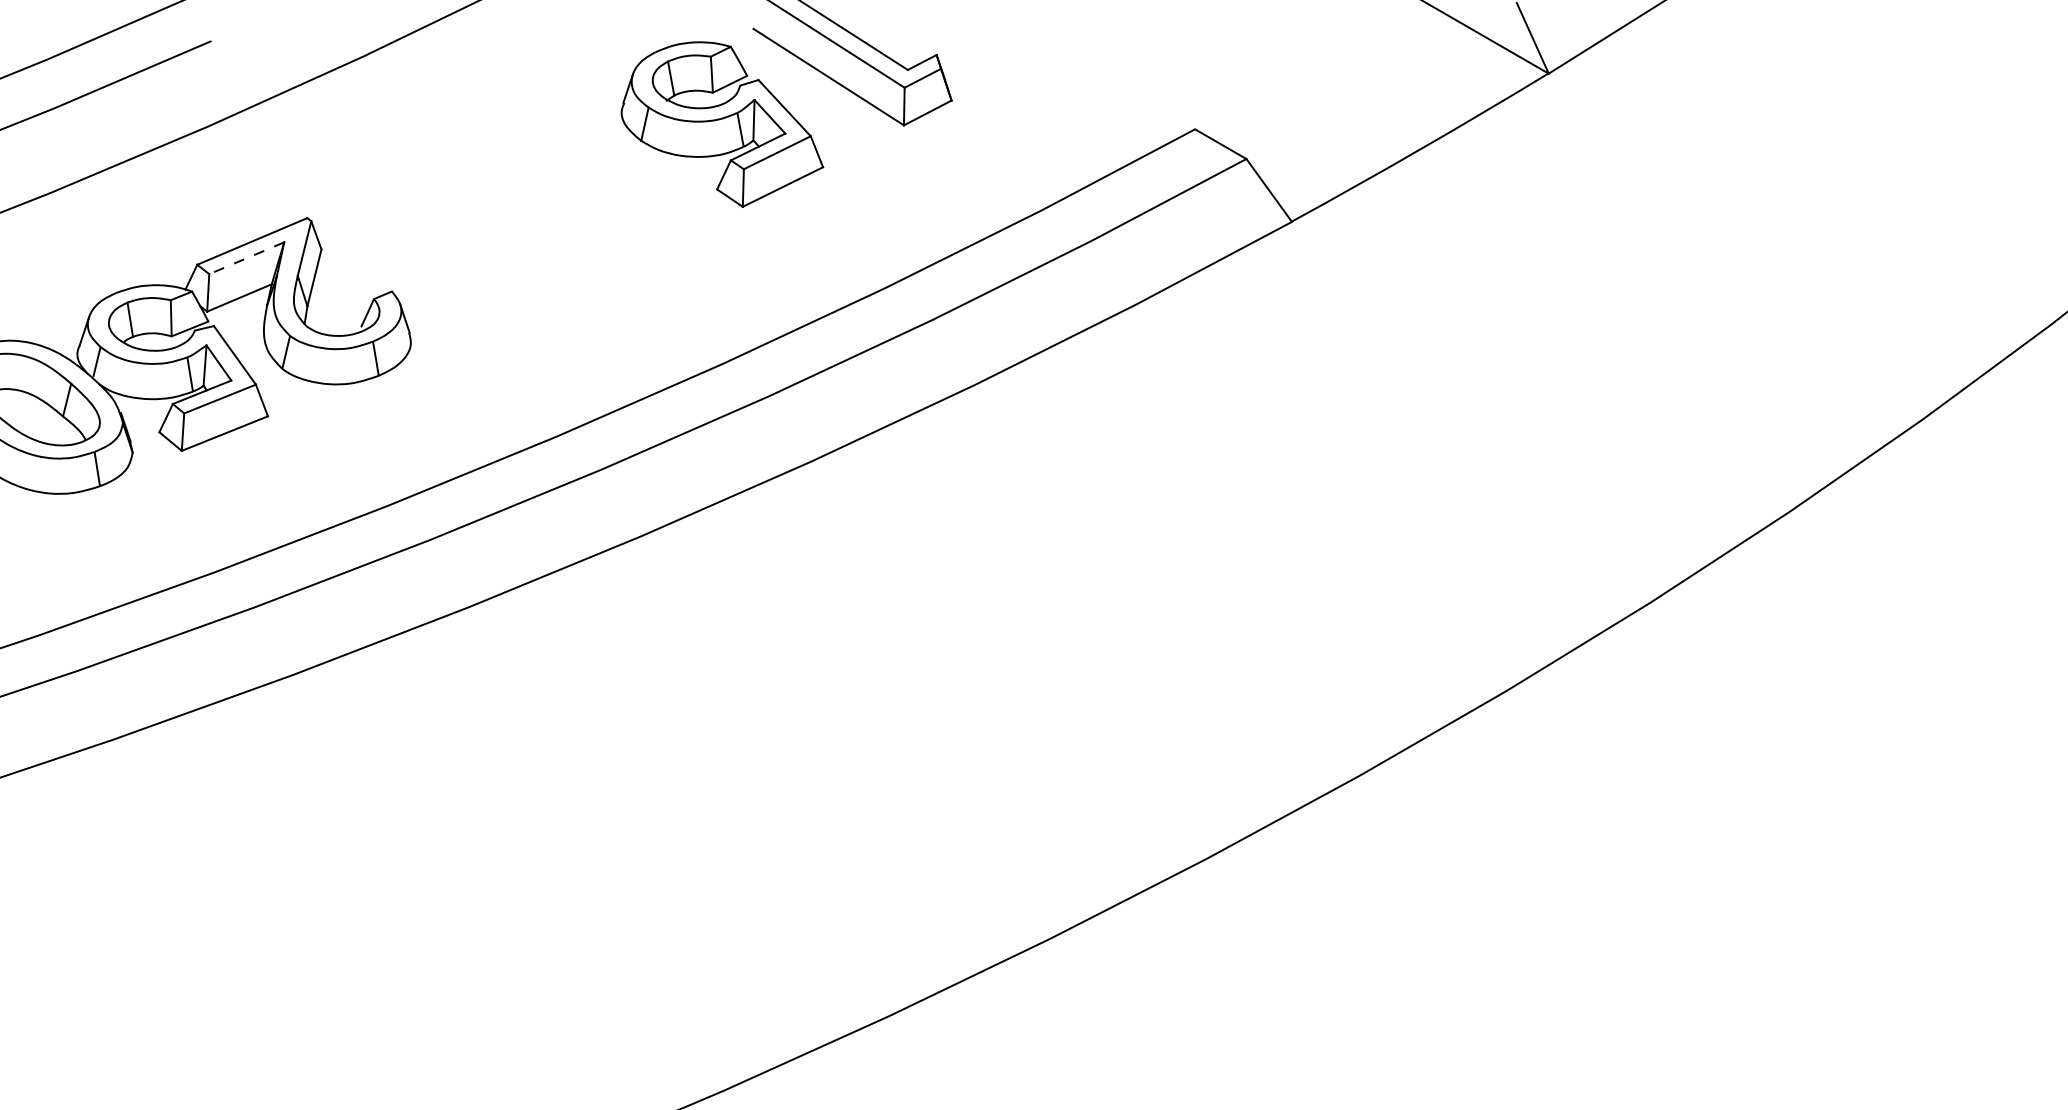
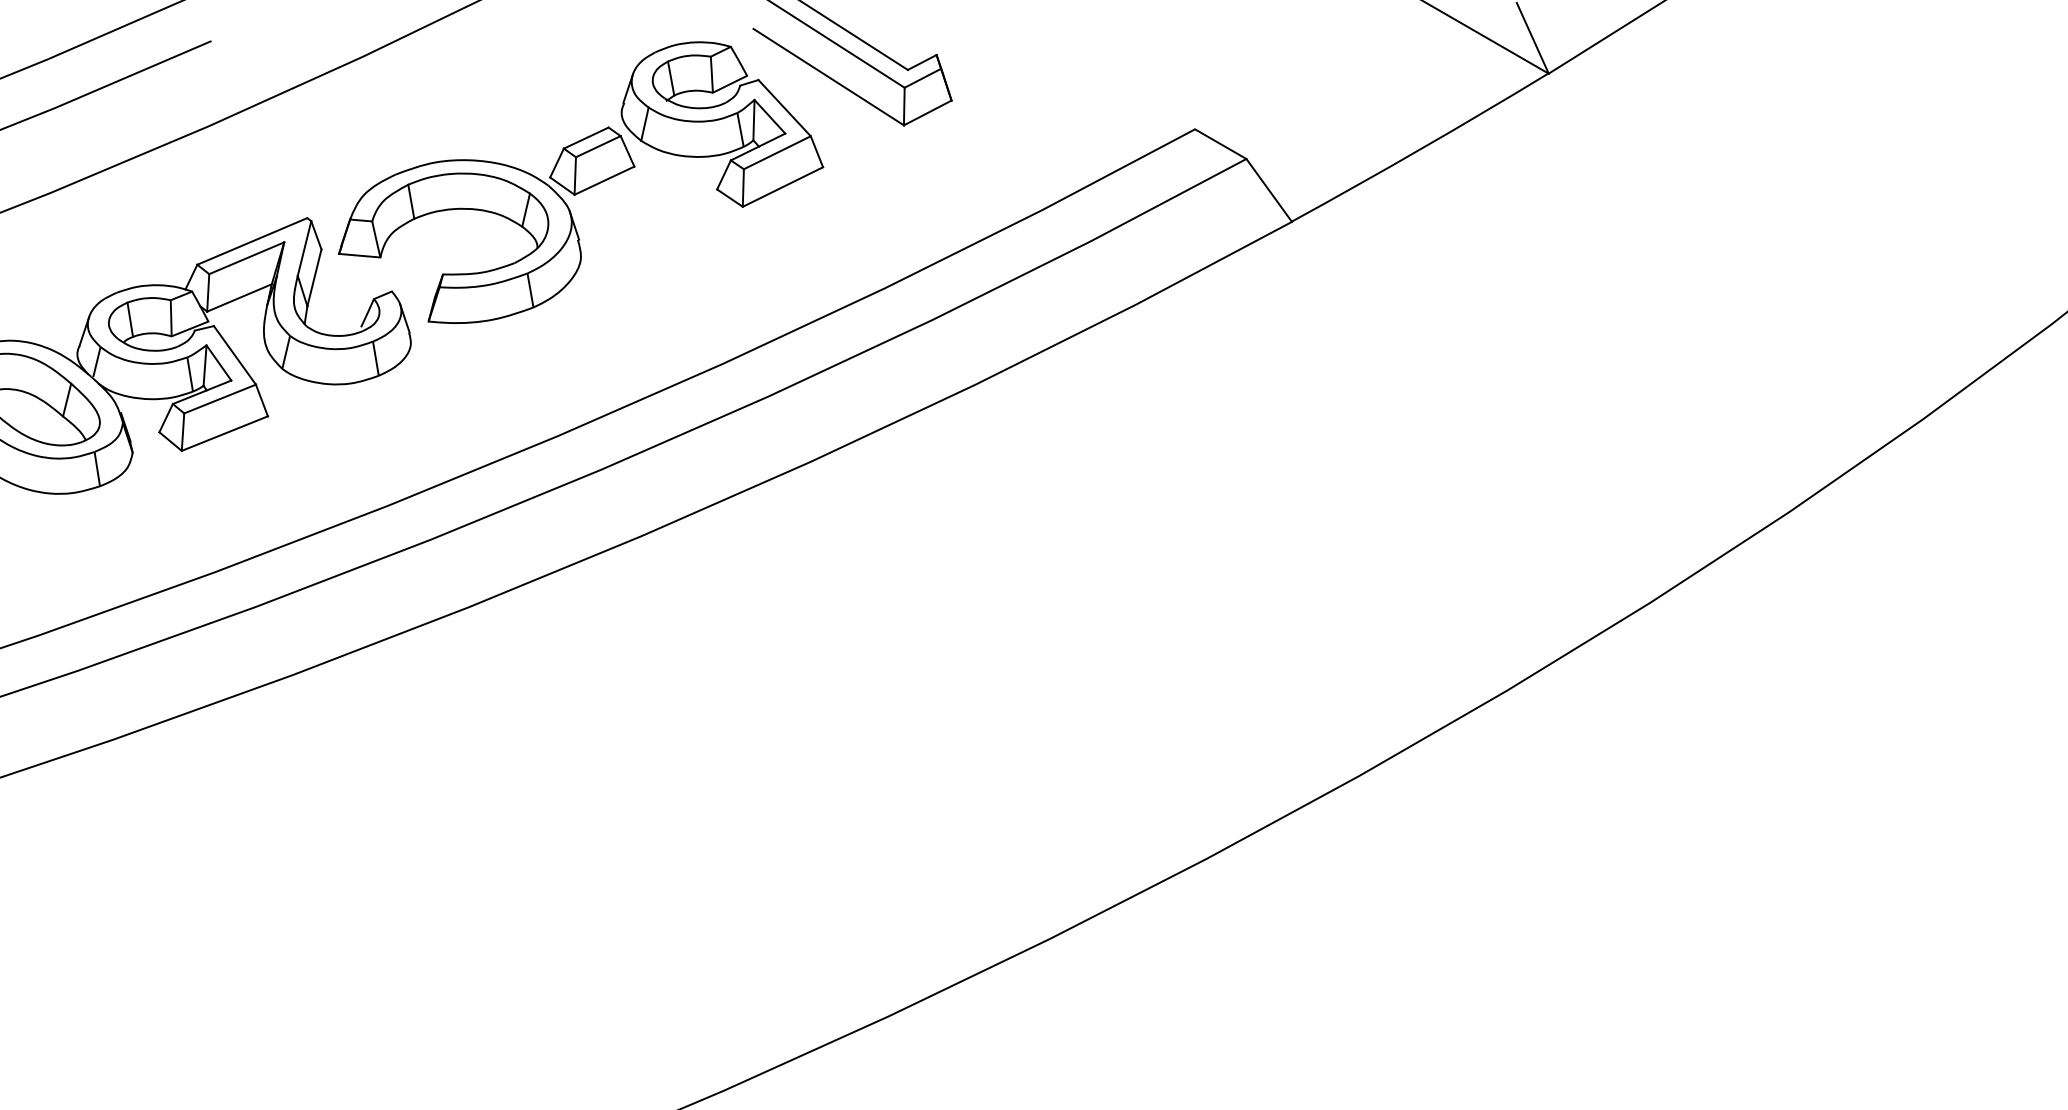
part at (486, 212): none -> present
line at (246, 258): dashed -> solid
